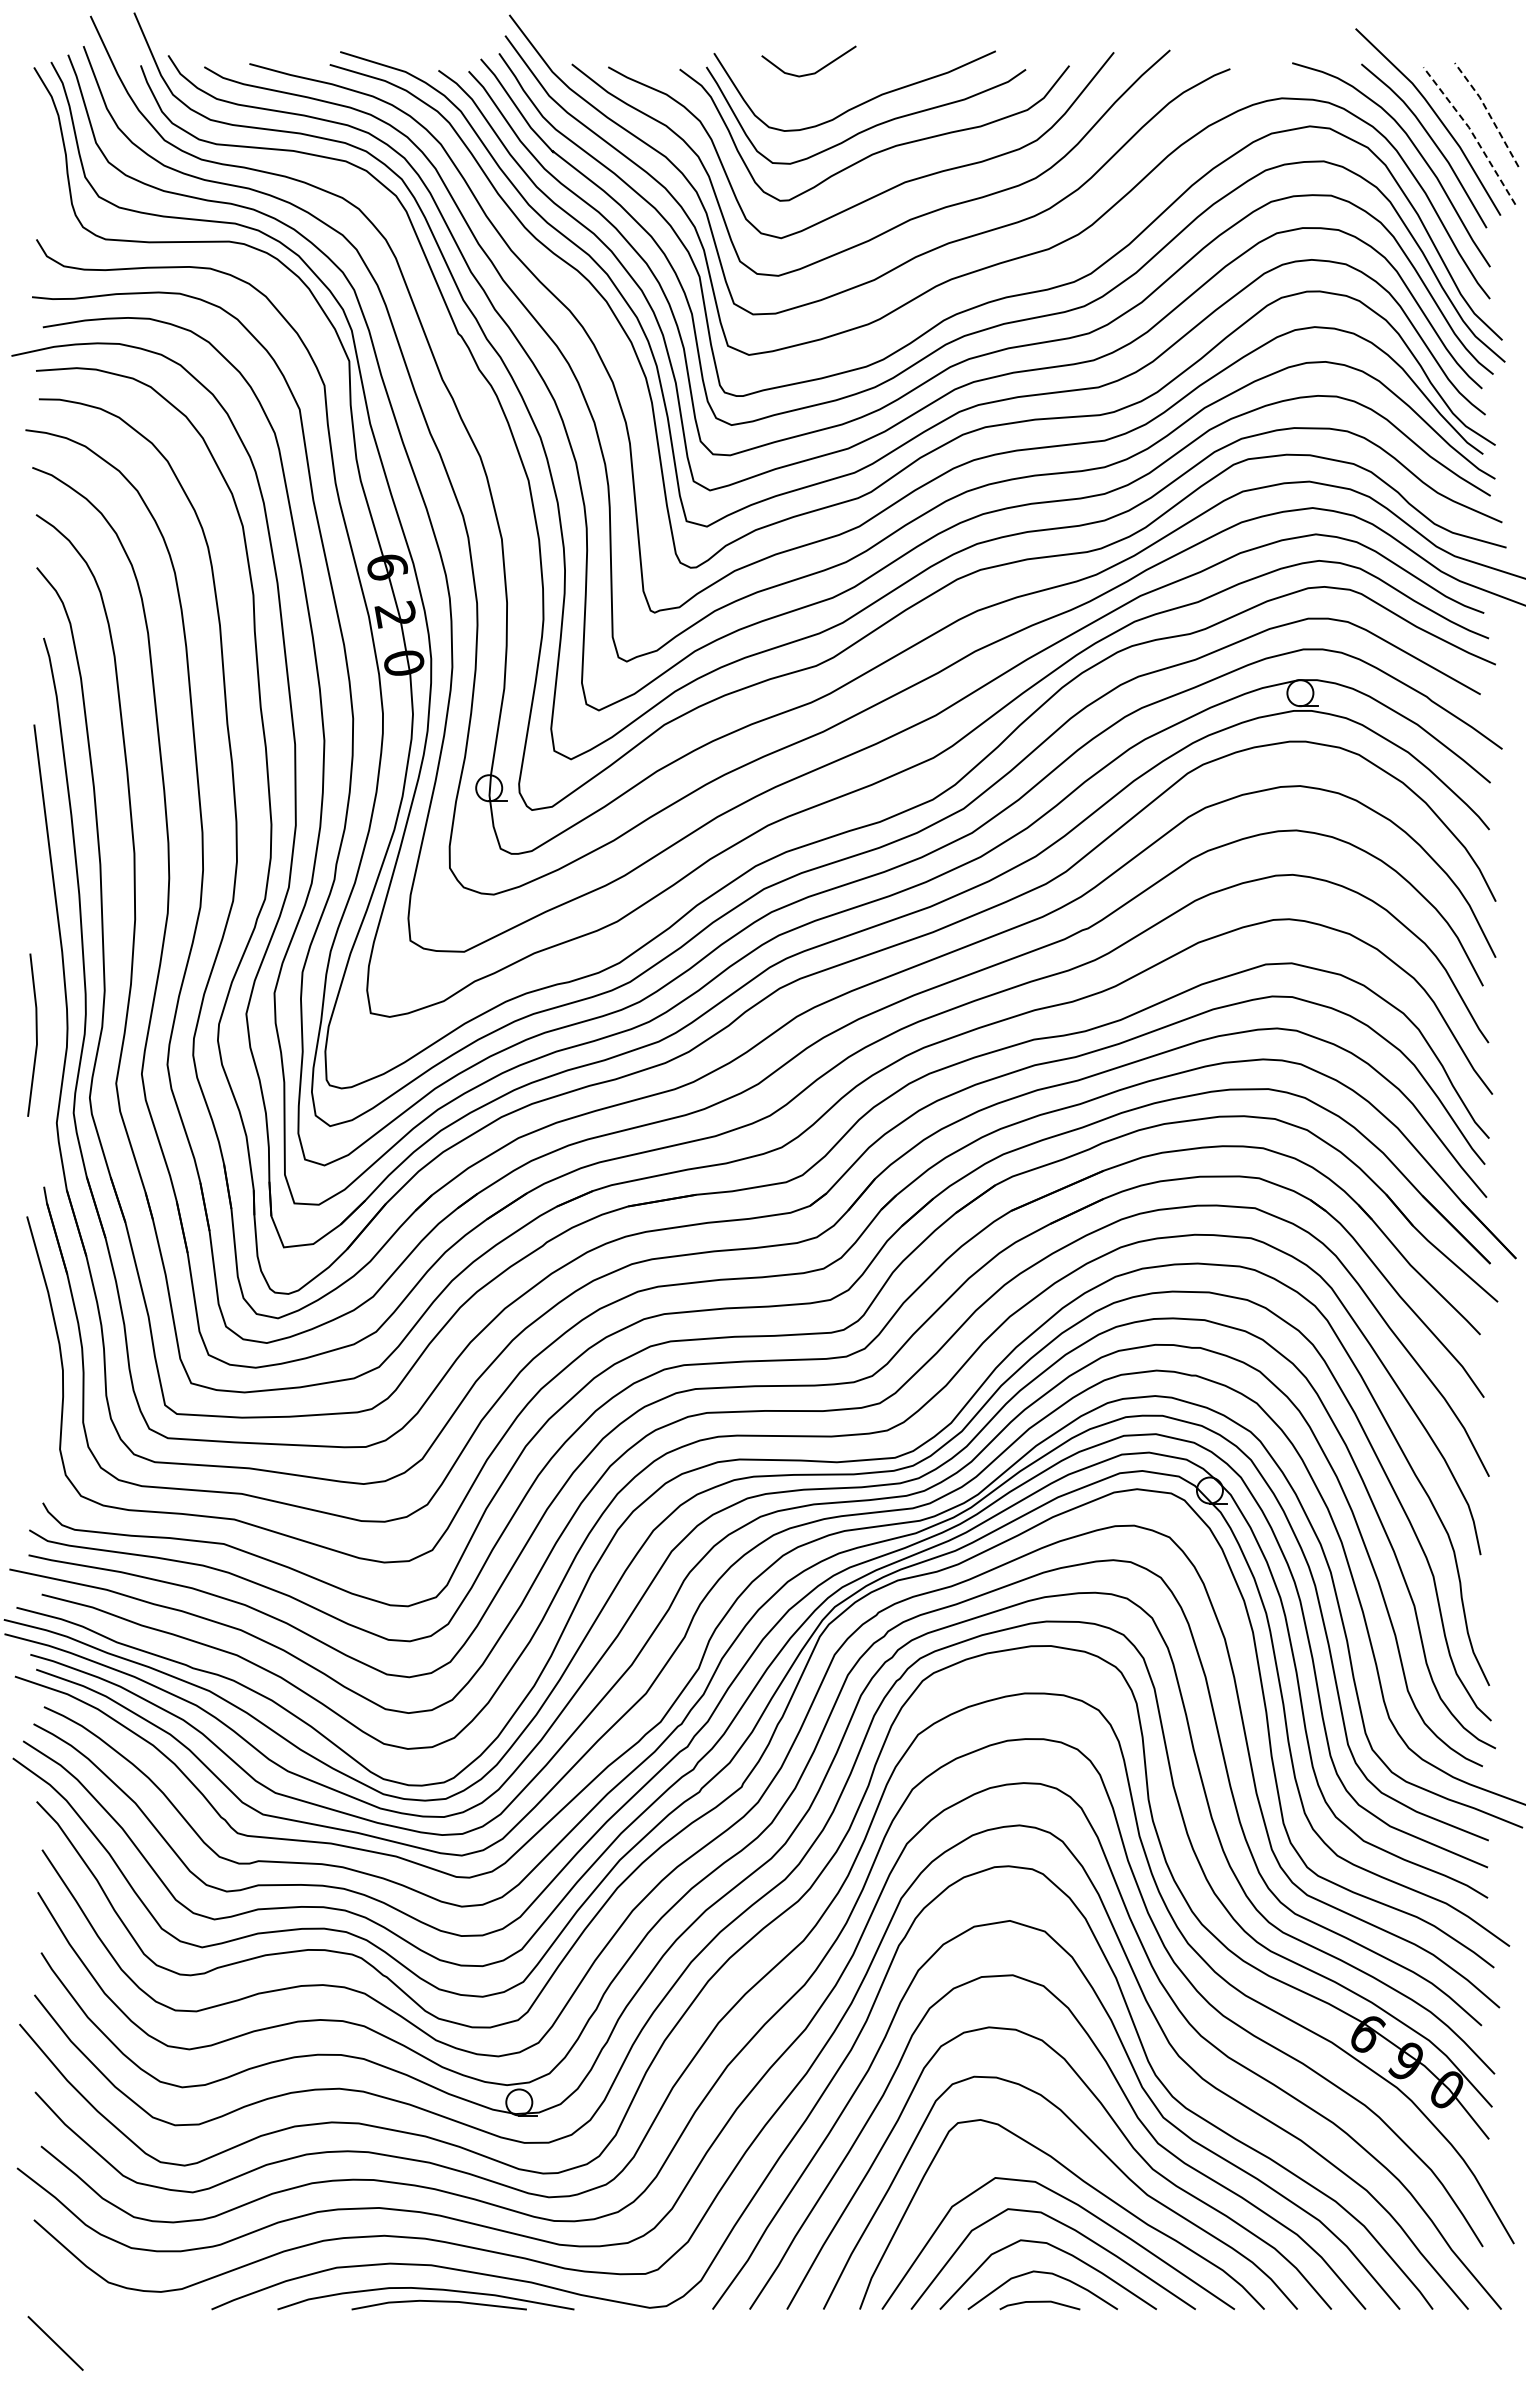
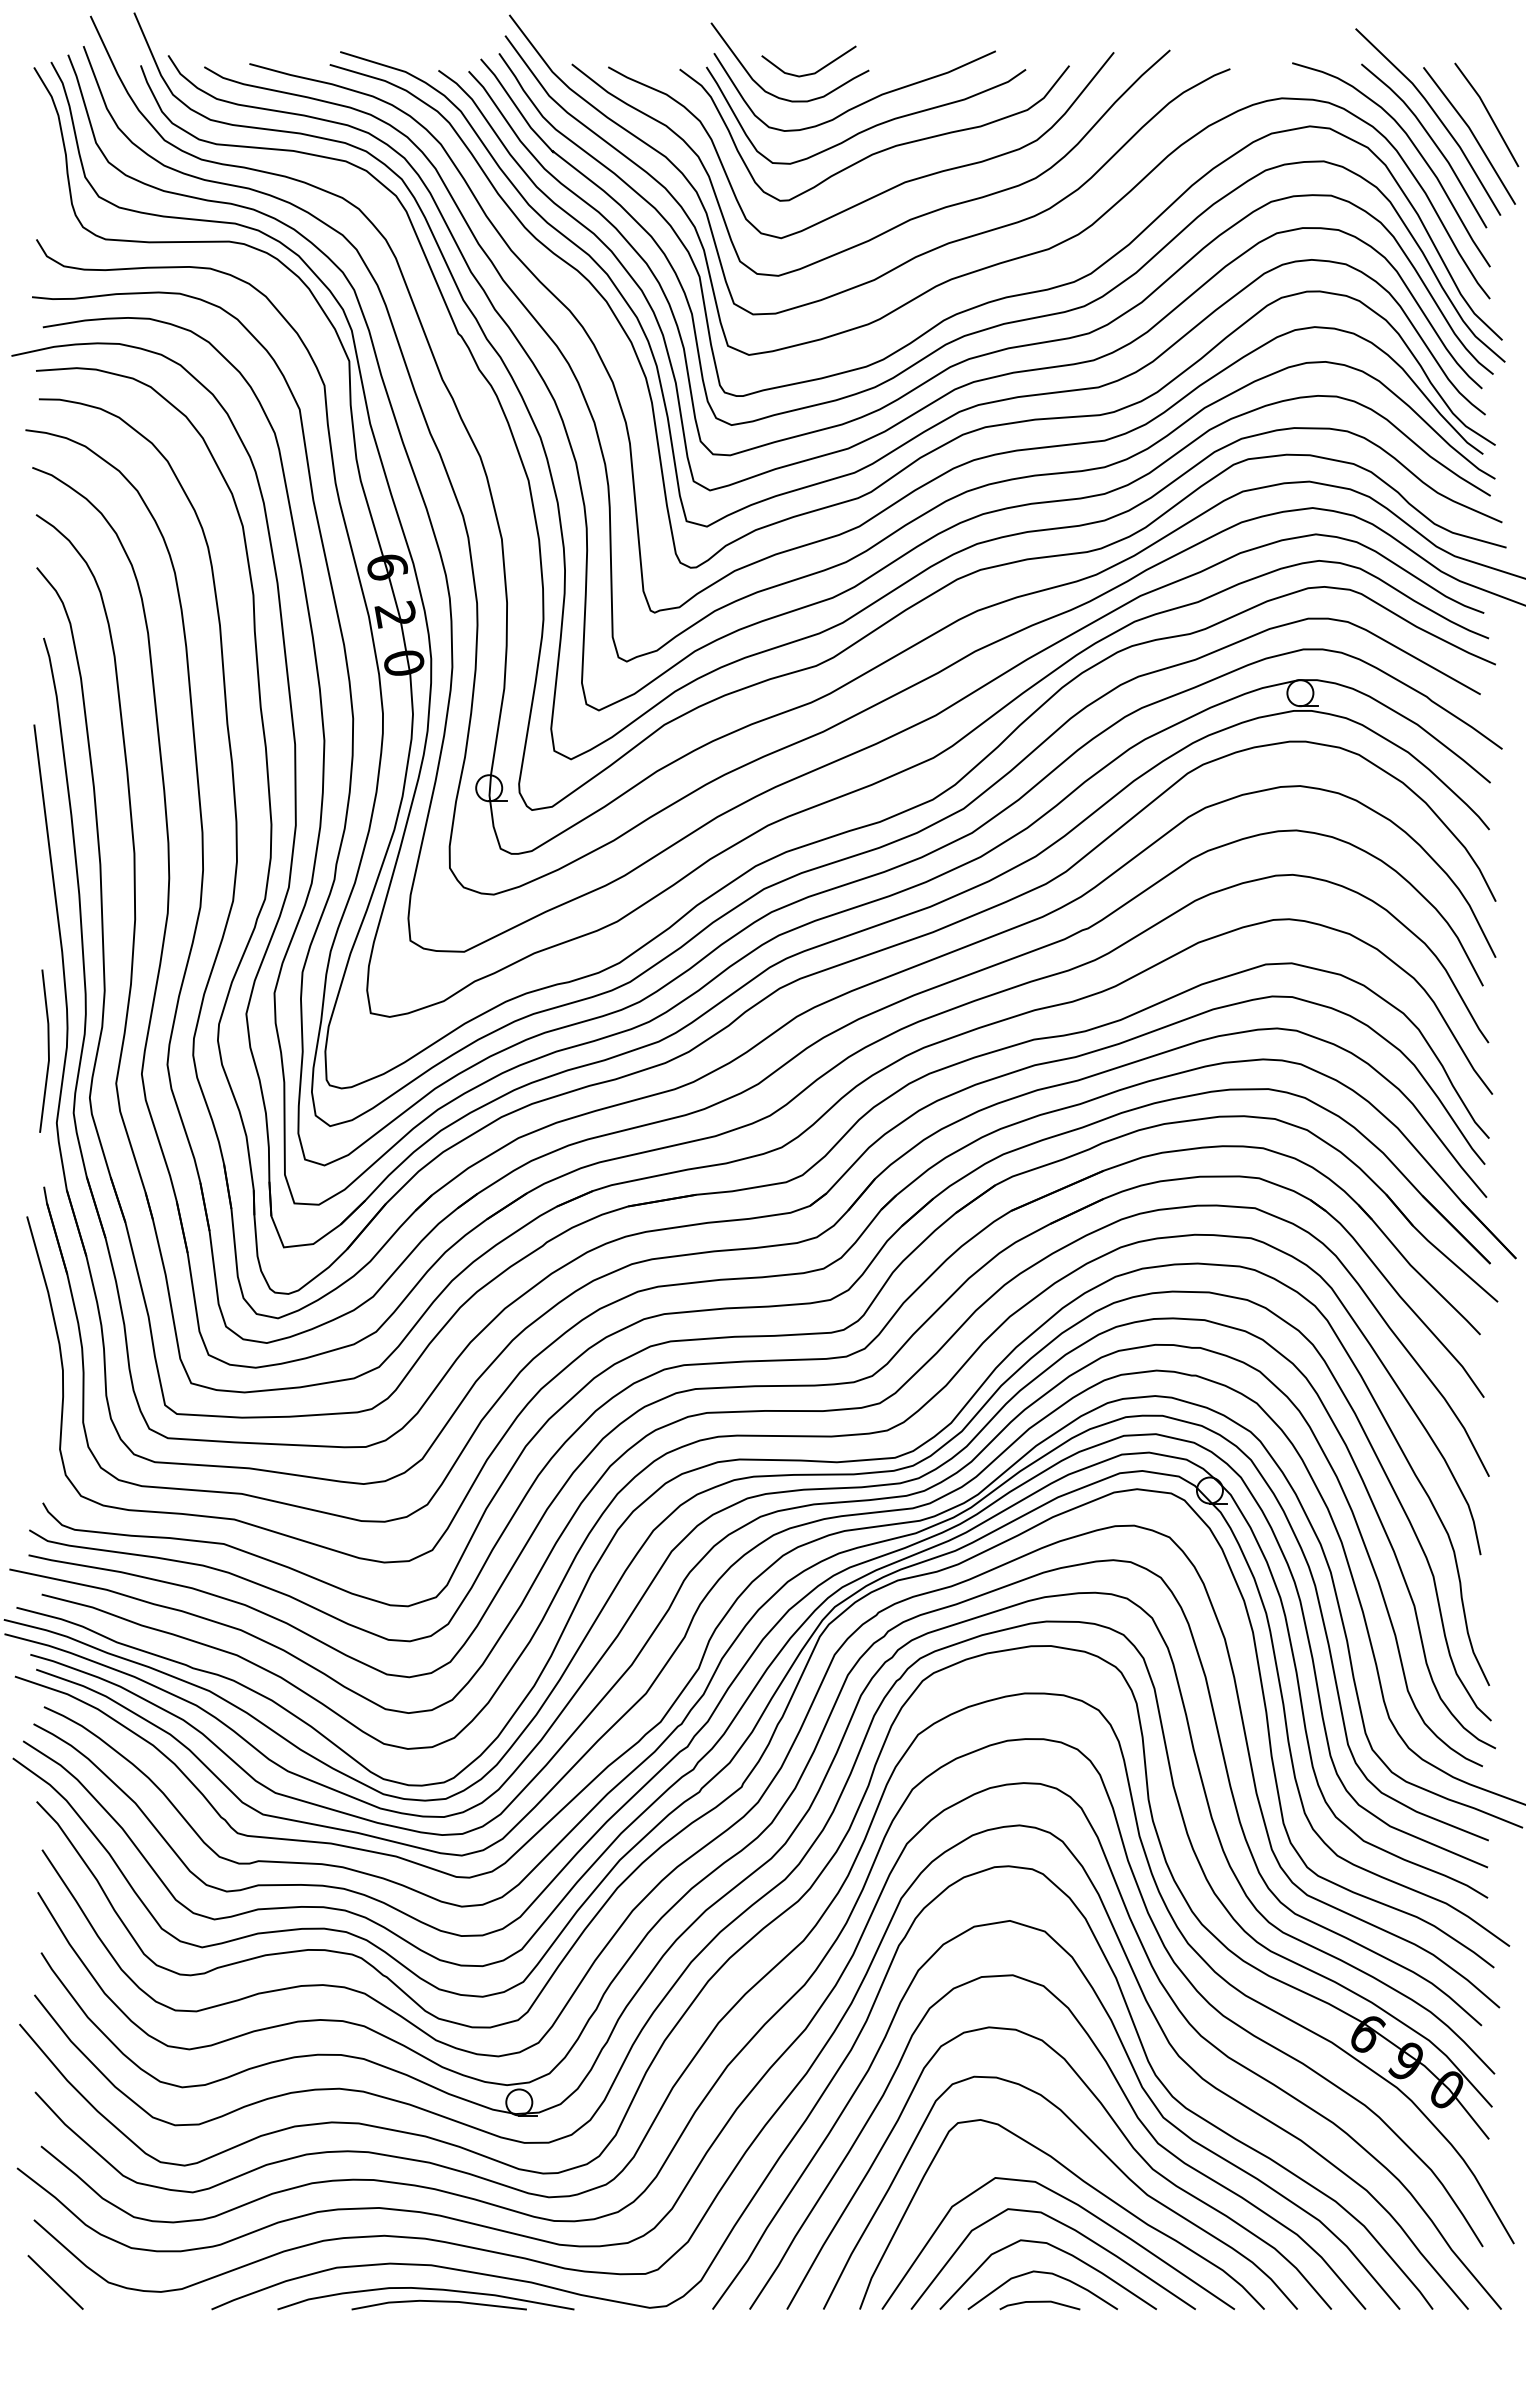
curve at (774, 94): none -> present
line at (1488, 112): dashed -> solid
line at (1472, 133): dashed -> solid
line at (35, 1034) position: (35, 1034) -> (47, 1050)
line at (55, 2343) position: (55, 2343) -> (55, 2282)
